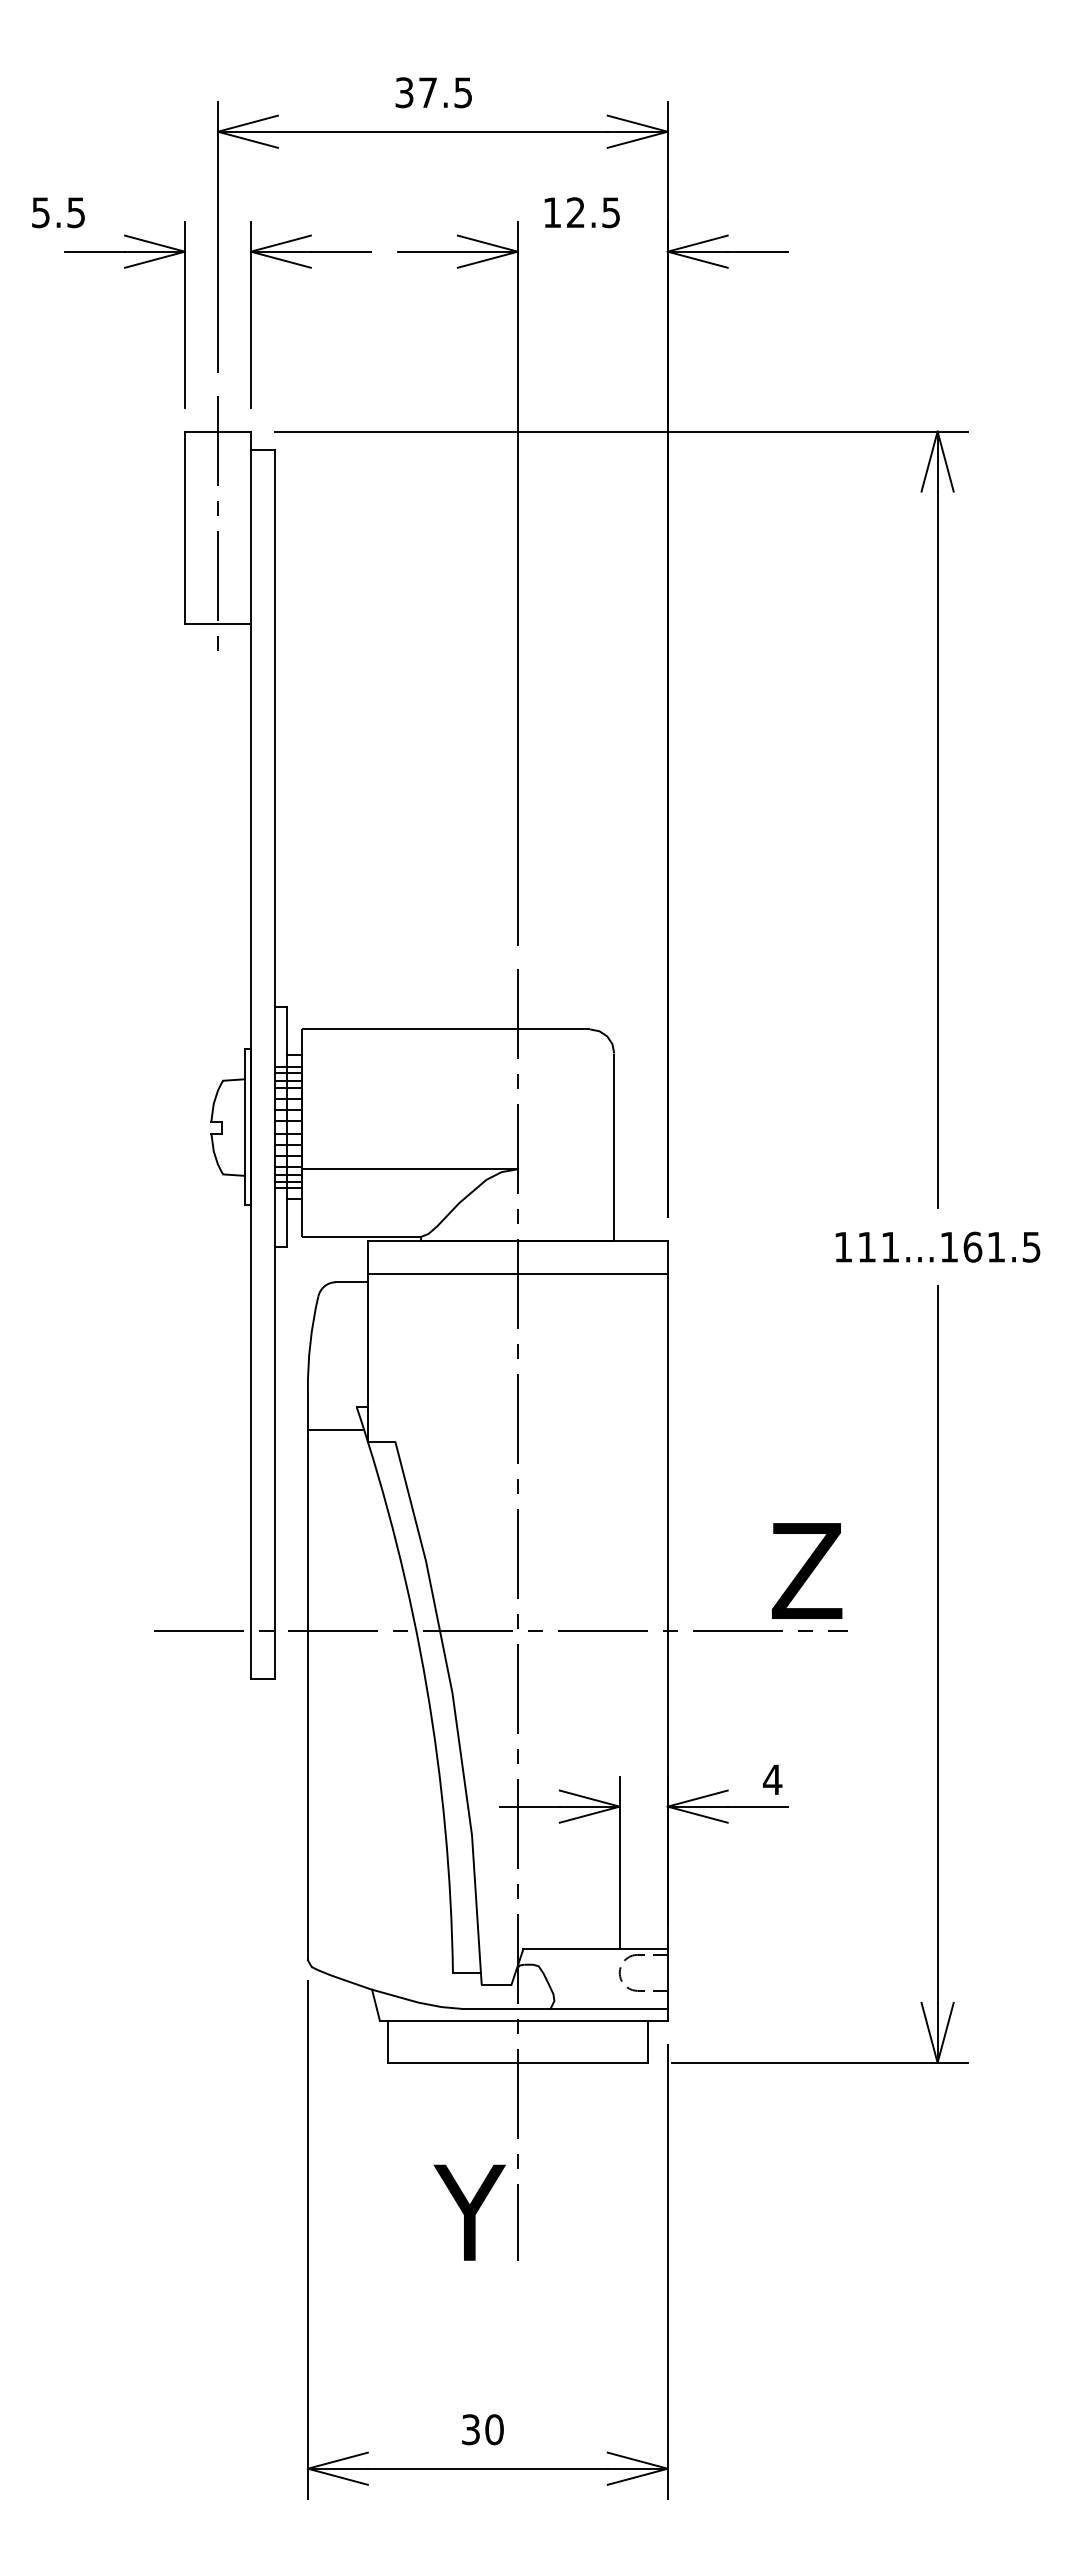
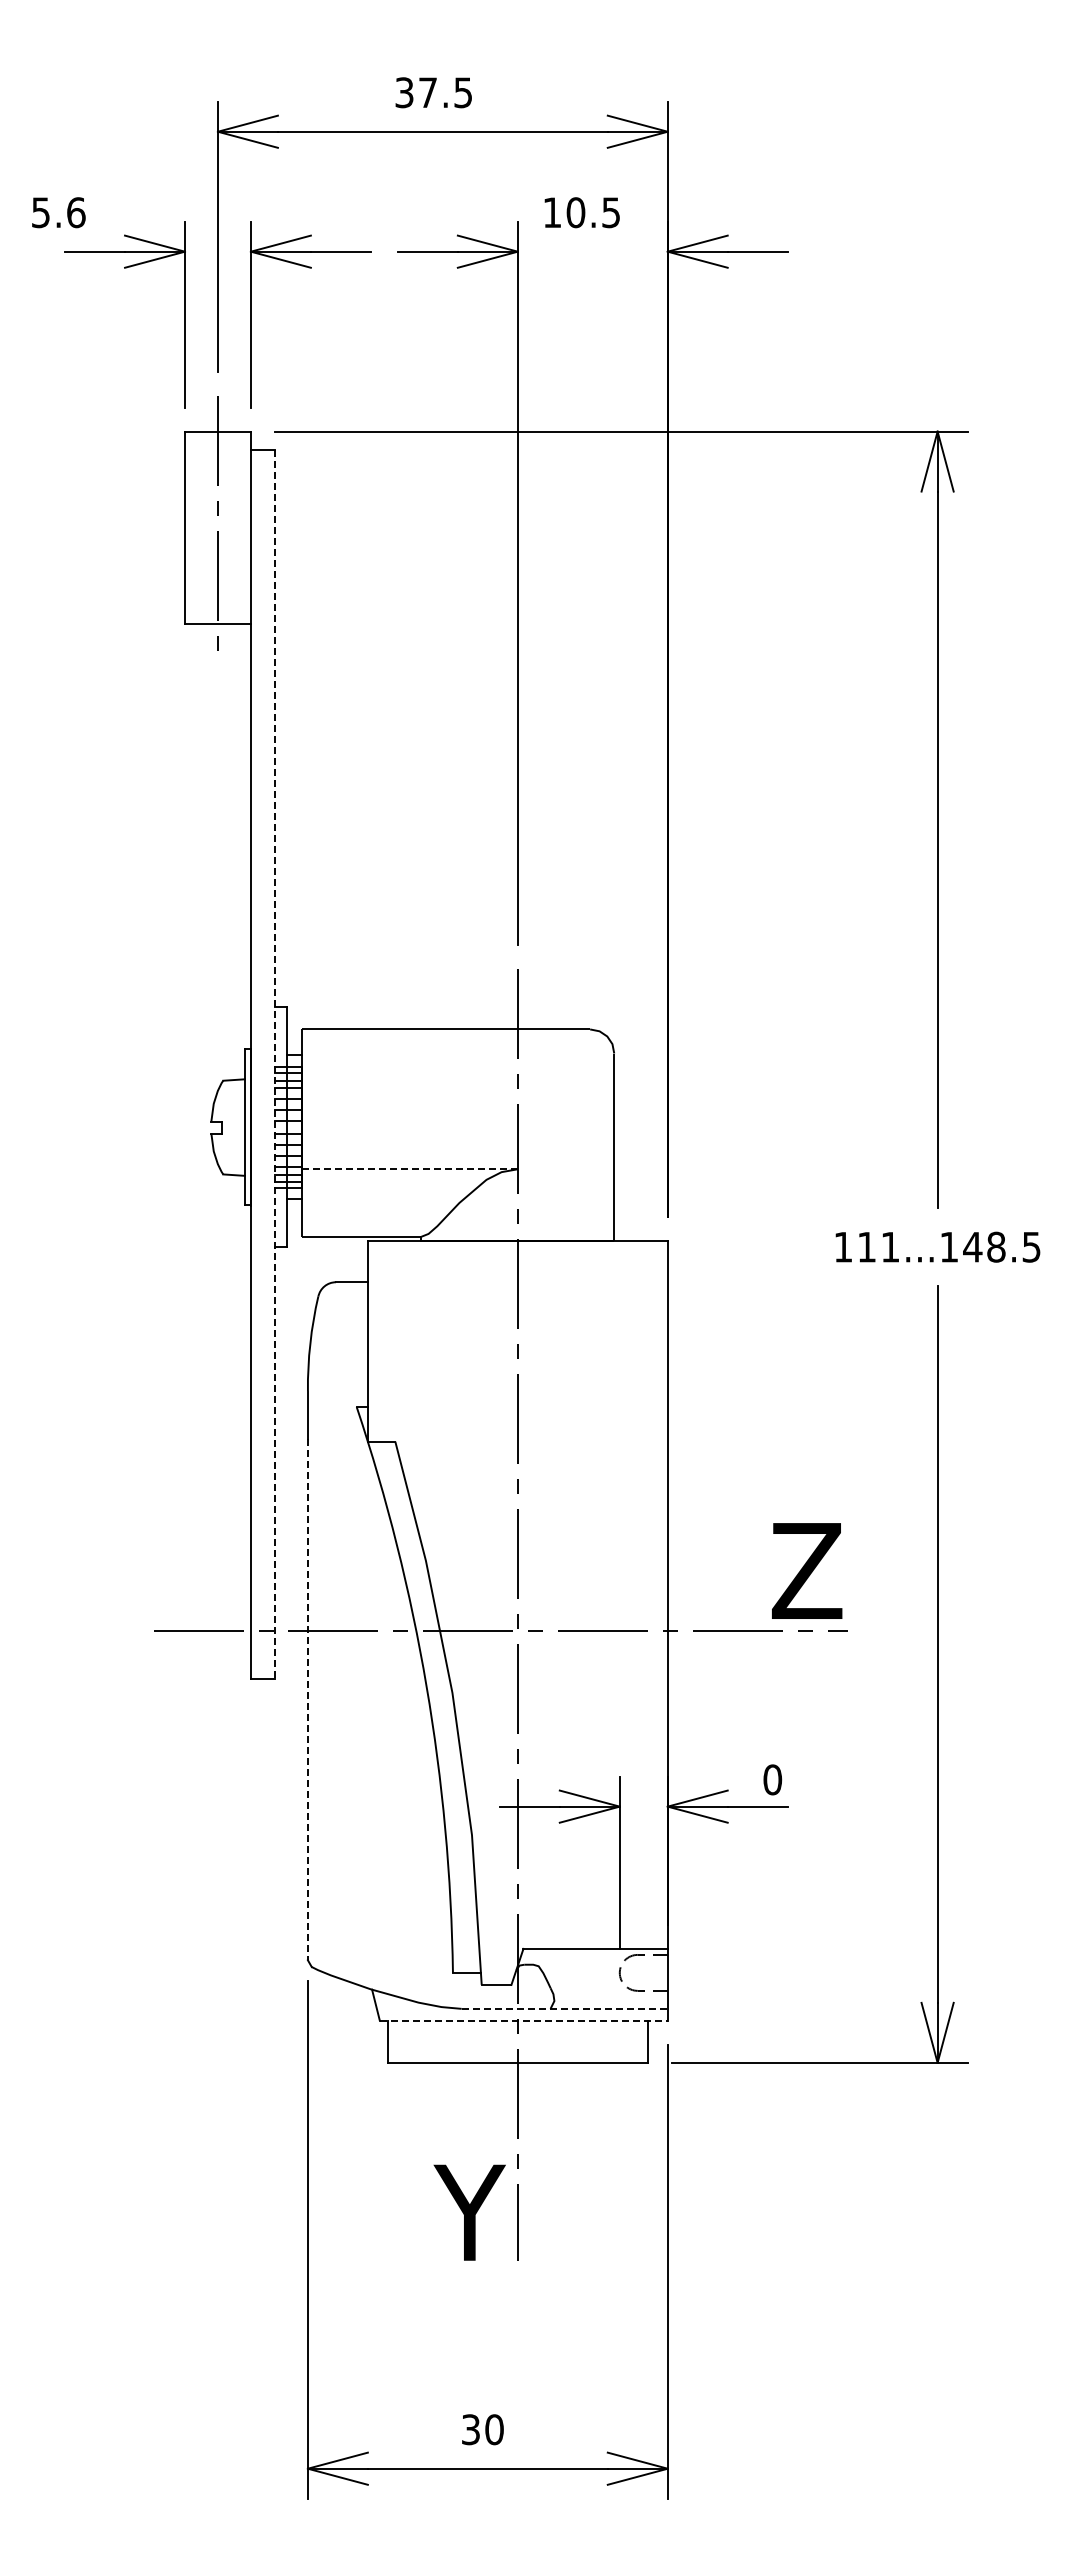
text at (76, 212): 5.5 -> 5.6
text at (575, 212): 12.5 -> 10.5
line at (274, 1064): solid -> dashed
line at (410, 1169): solid -> dashed
text at (984, 1246): 111...161.5 -> 111...148.5
line at (517, 1273): present -> none
line at (335, 1429): present -> none
line at (307, 1699): solid -> dashed
text at (772, 1779): 4 -> 0
line at (565, 2008): solid -> dashed
line at (523, 2020): solid -> dashed
